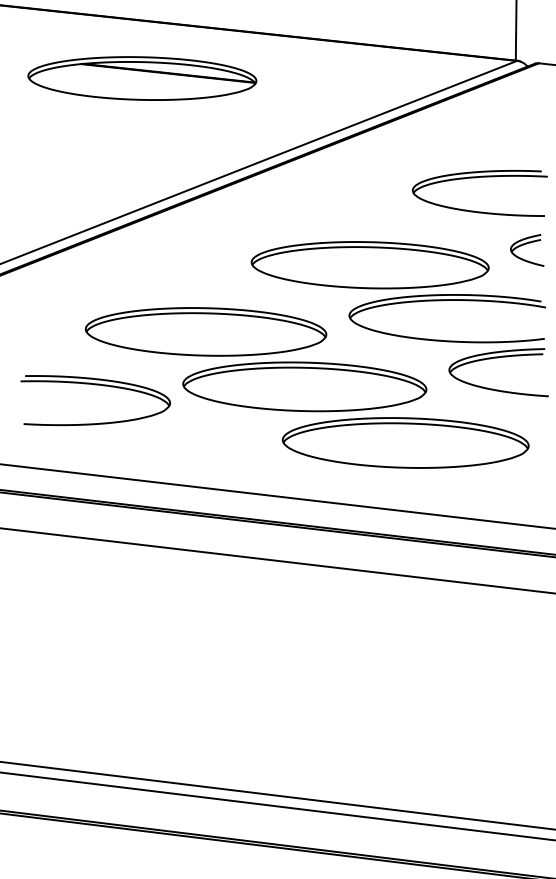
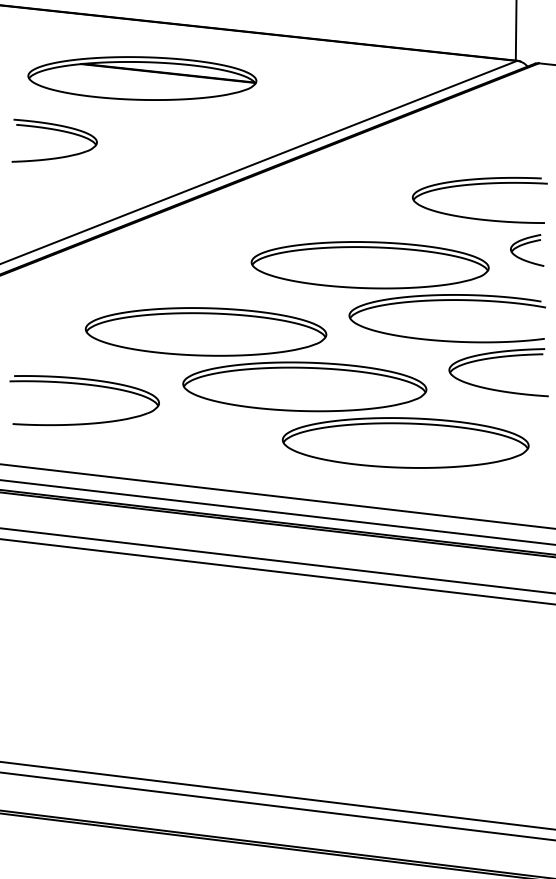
part at (58, 131): none -> present
part at (476, 178) position: (476, 178) -> (476, 185)
part at (95, 385) position: (95, 385) -> (84, 385)
line at (277, 512): none -> present
line at (277, 571): none -> present
